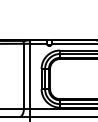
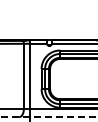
line at (48, 117): solid -> dashed
